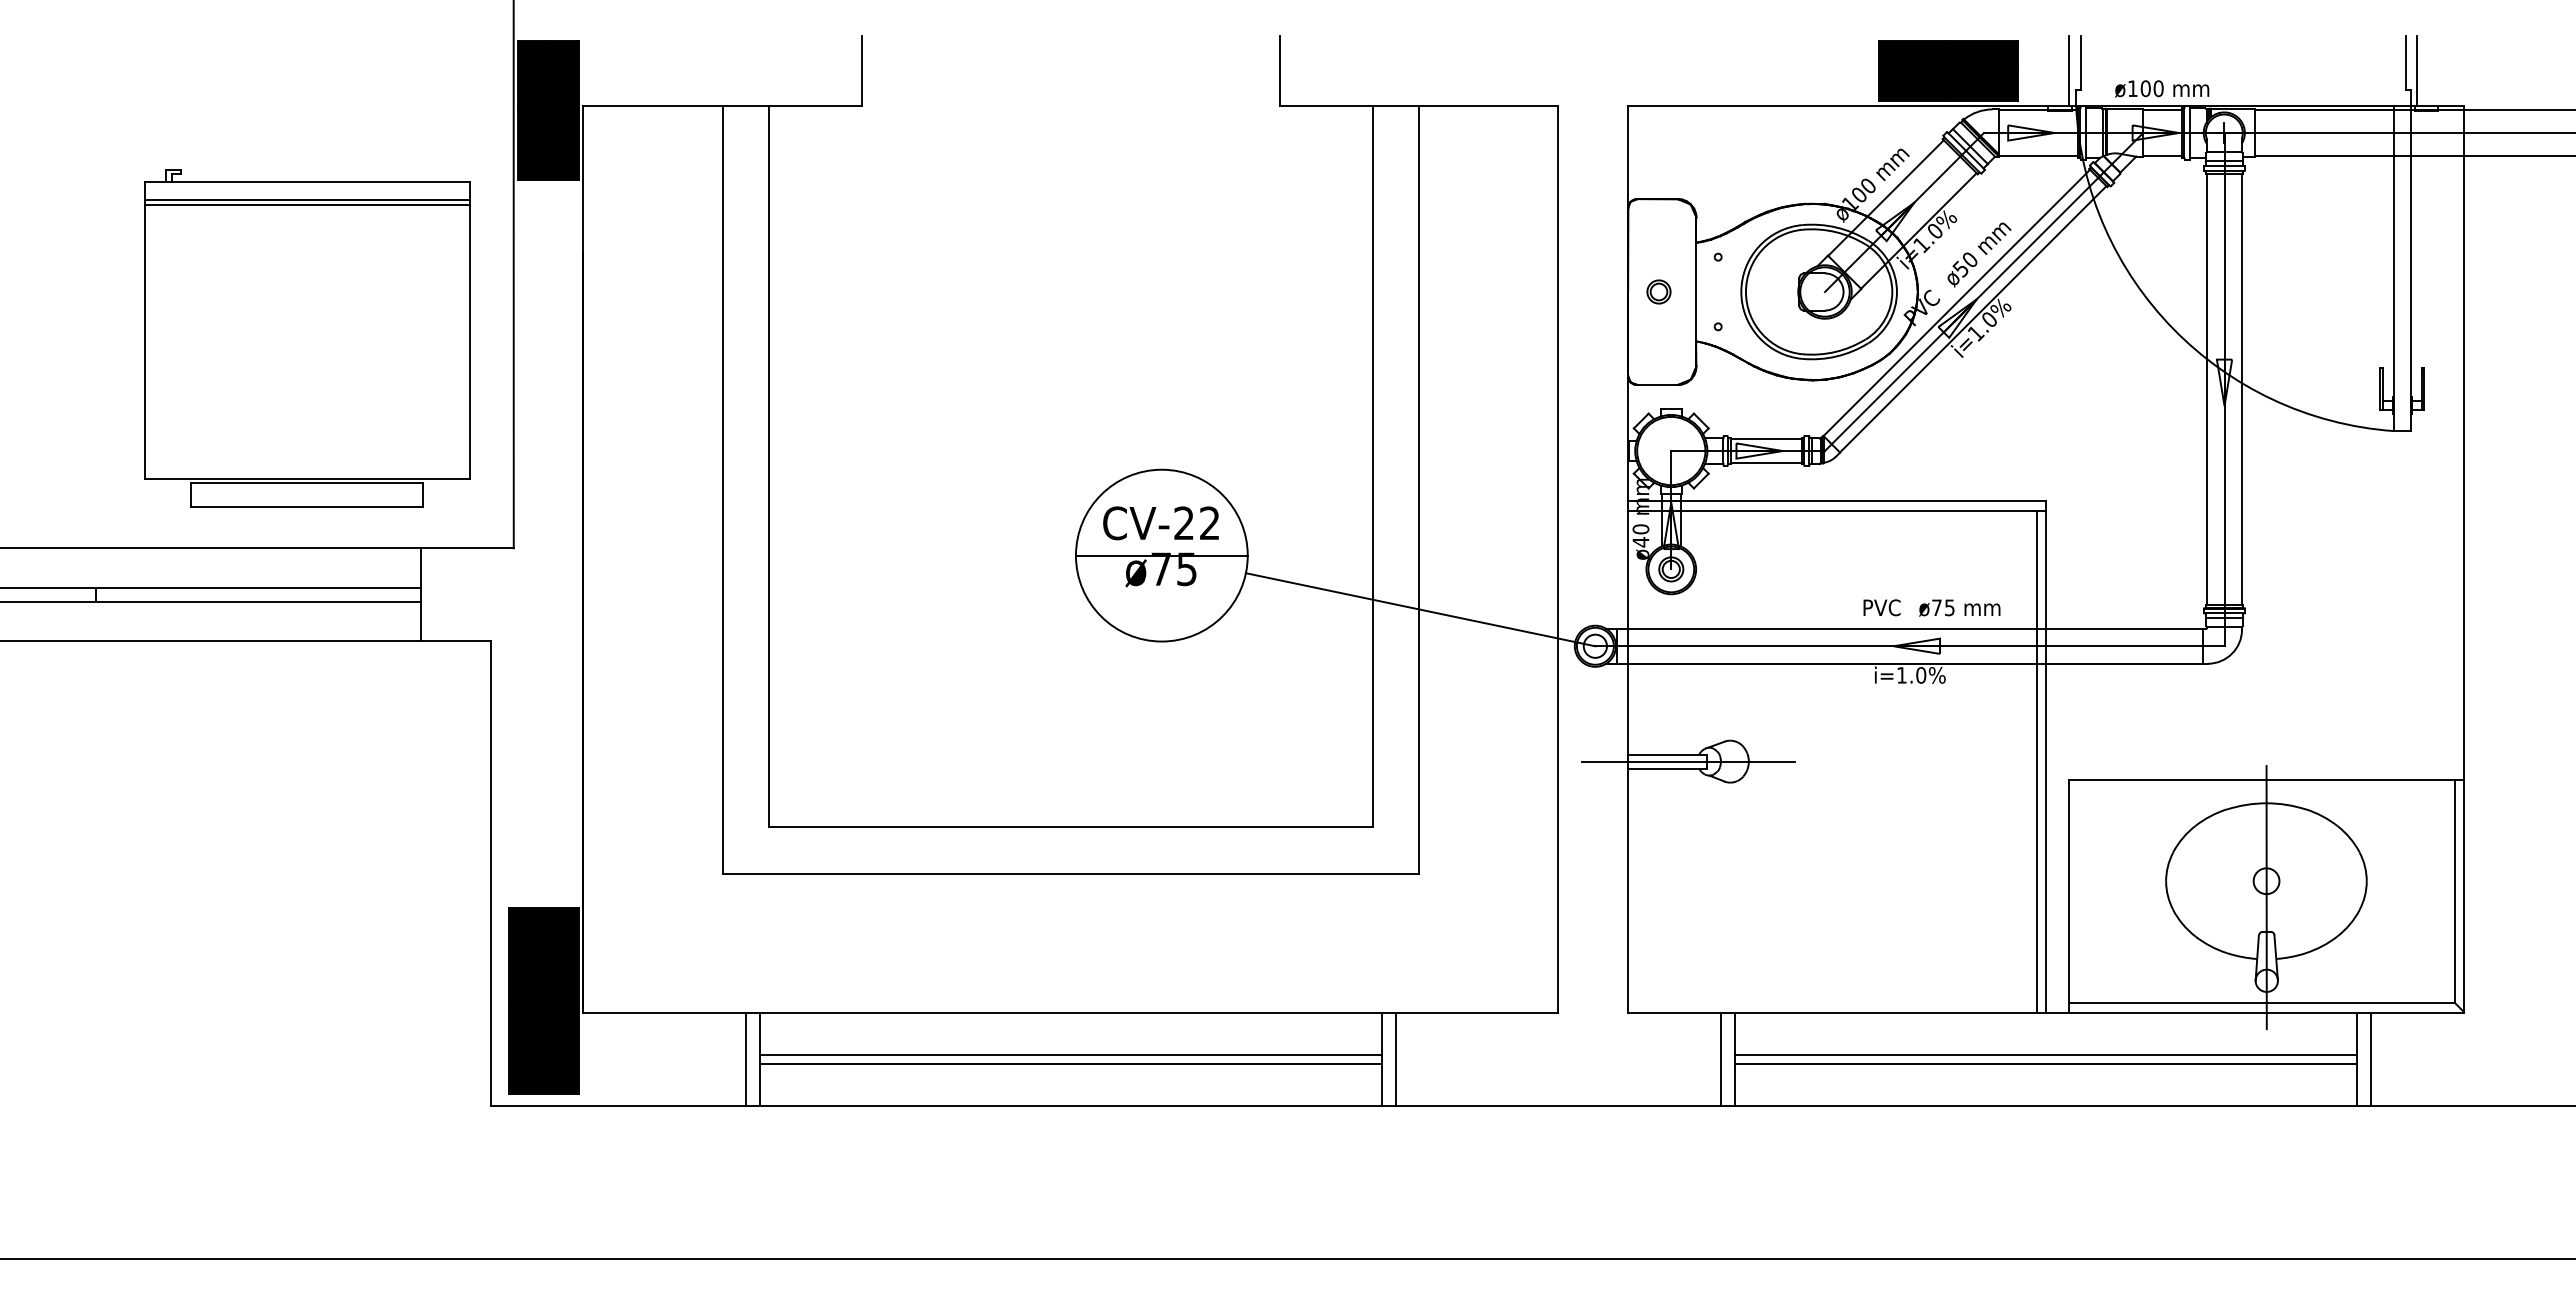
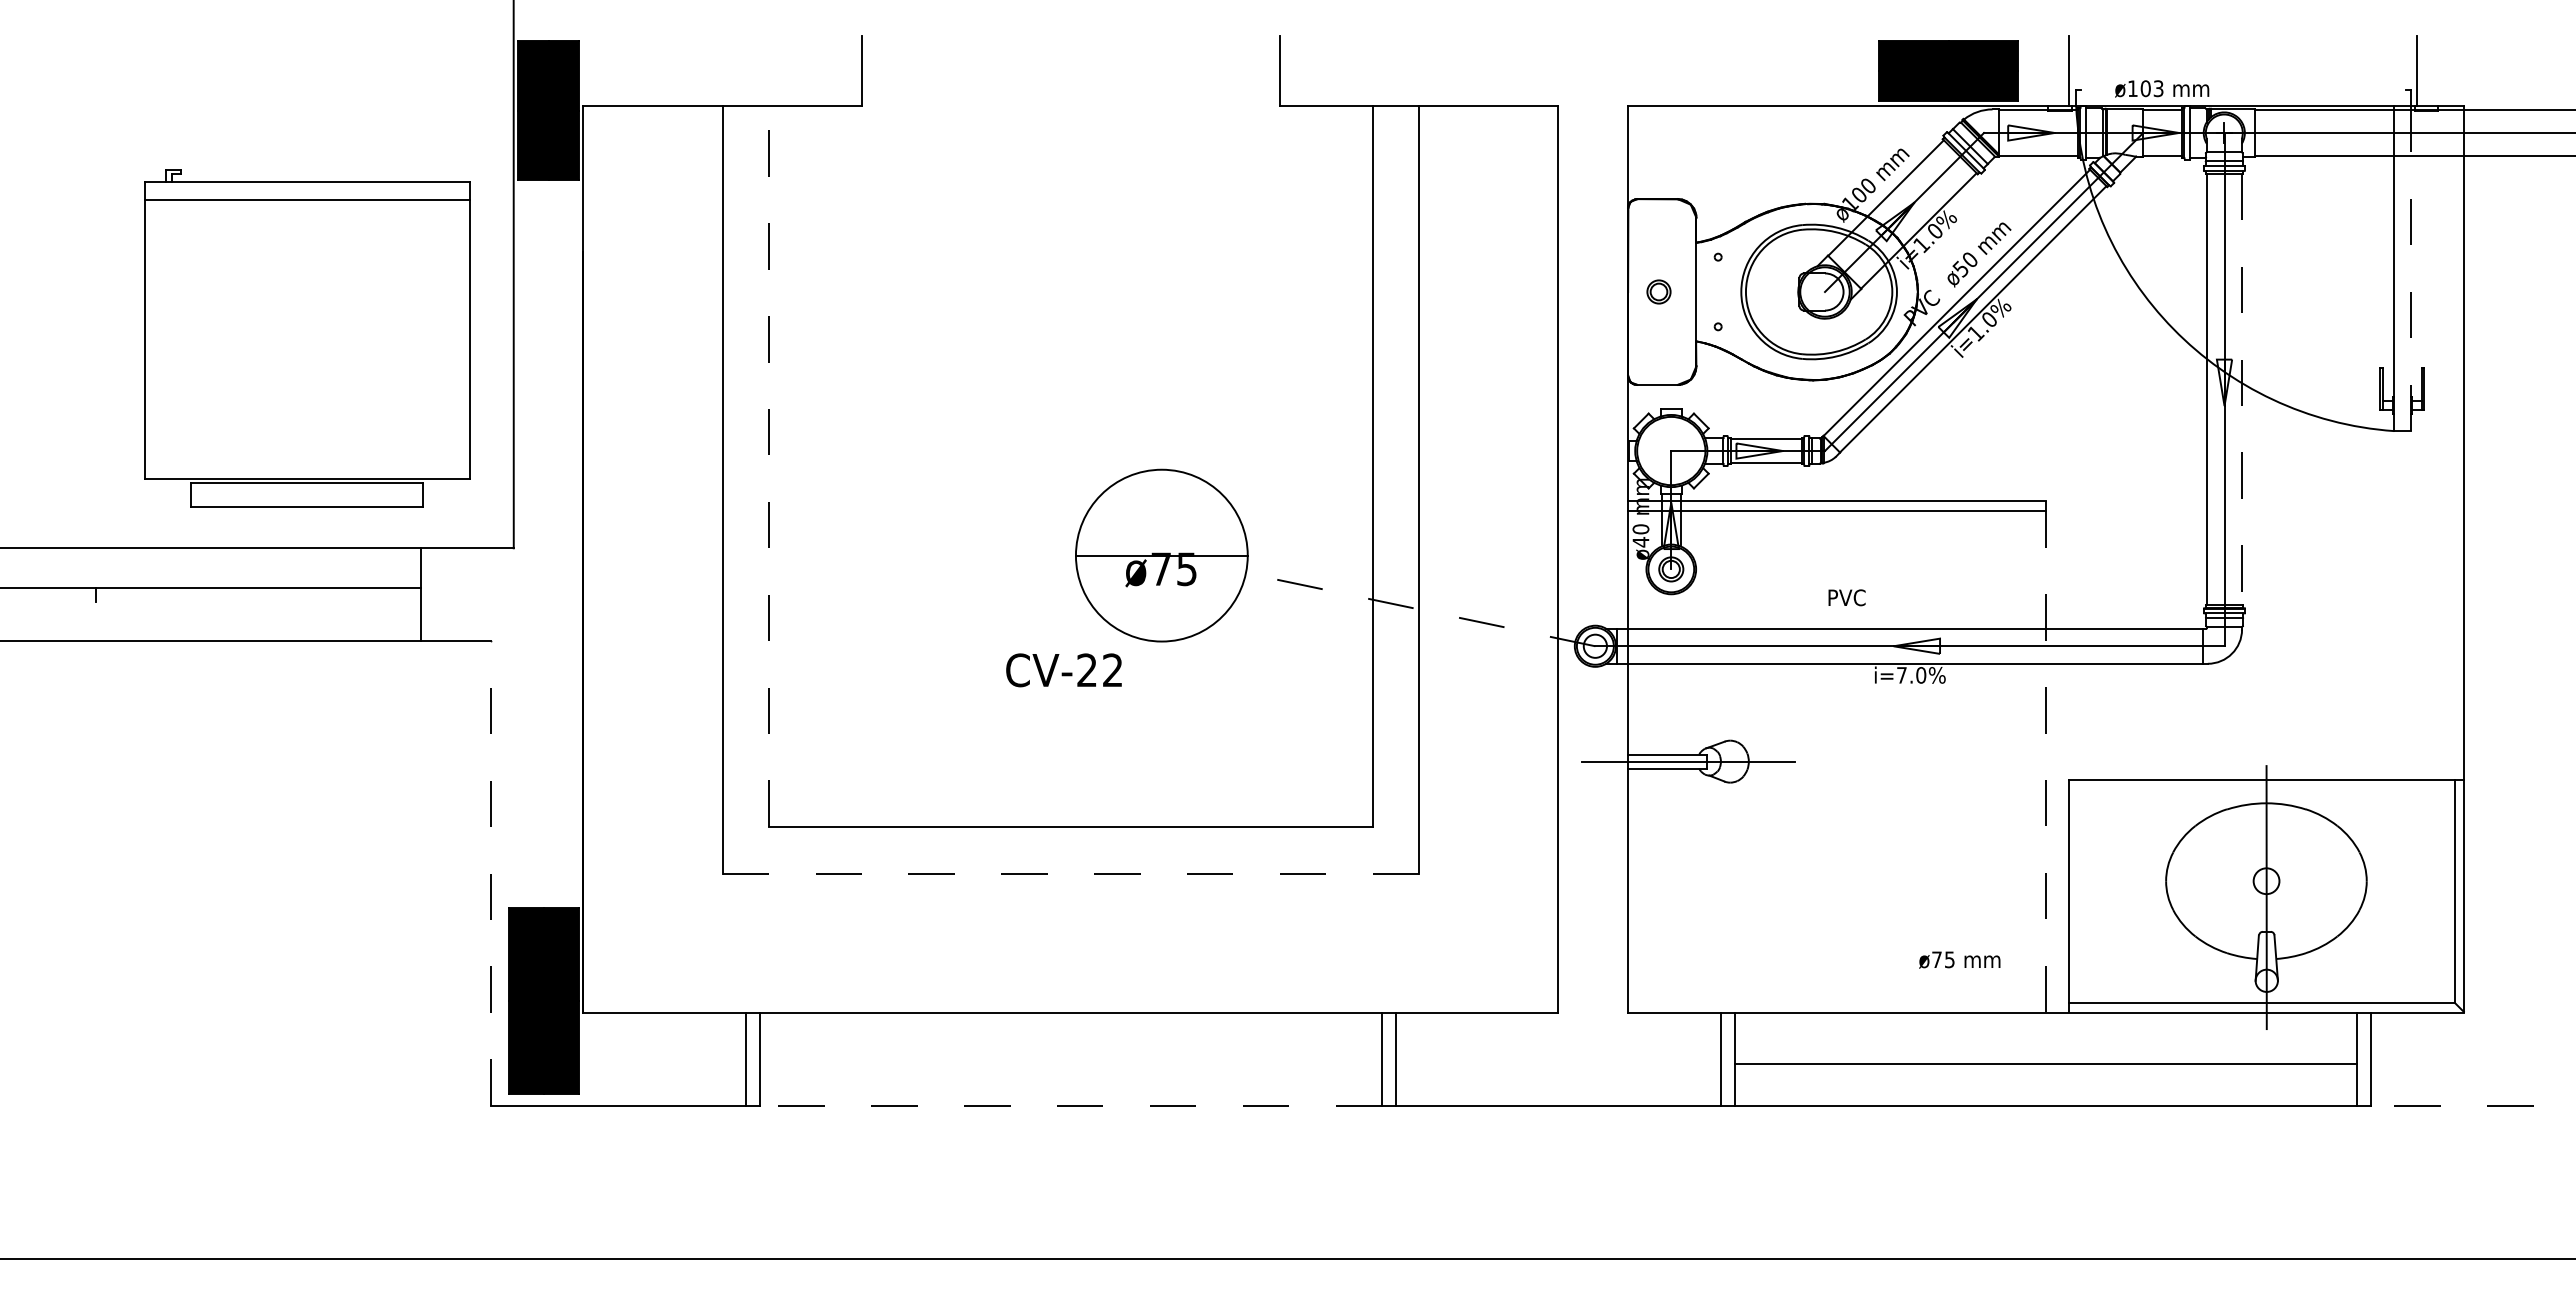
line at (2080, 62): present -> none
line at (2405, 62): present -> none
text at (2158, 88): ø100 -> ø103
line at (306, 204): present -> none
line at (2410, 268): solid -> dashed
line at (2241, 389): solid -> dashed
line at (769, 465): solid -> dashed
text at (1160, 523) position: (1160, 523) -> (1063, 670)
line at (211, 601): present -> none
text at (1881, 607) position: (1881, 607) -> (1846, 597)
text at (1959, 607) position: (1959, 607) -> (1959, 959)
line at (1420, 609): solid -> dashed
text at (1901, 675): i=1.0% -> i=7.0%
line at (2045, 757): solid -> dashed
line at (2036, 761): present -> none
line at (490, 873): solid -> dashed
line at (1070, 873): solid -> dashed
line at (1070, 1054): present -> none
line at (2045, 1054): present -> none
line at (1070, 1063): present -> none
line at (1070, 1105): solid -> dashed
line at (2472, 1105): solid -> dashed
